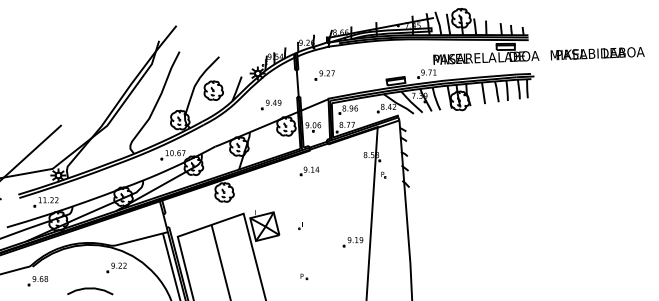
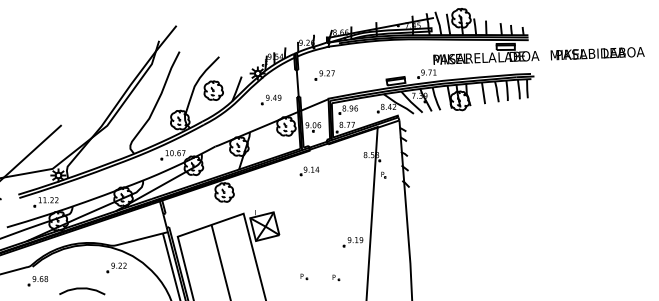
part at (270, 104) position: (270, 104) -> (270, 99)
part at (300, 226): present -> none
part at (336, 277): none -> present
curve at (90, 289) position: (90, 289) -> (82, 289)
